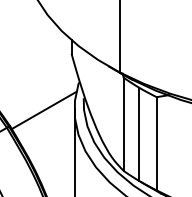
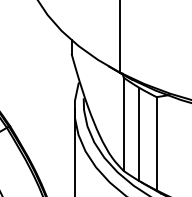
line at (43, 110): present -> none
